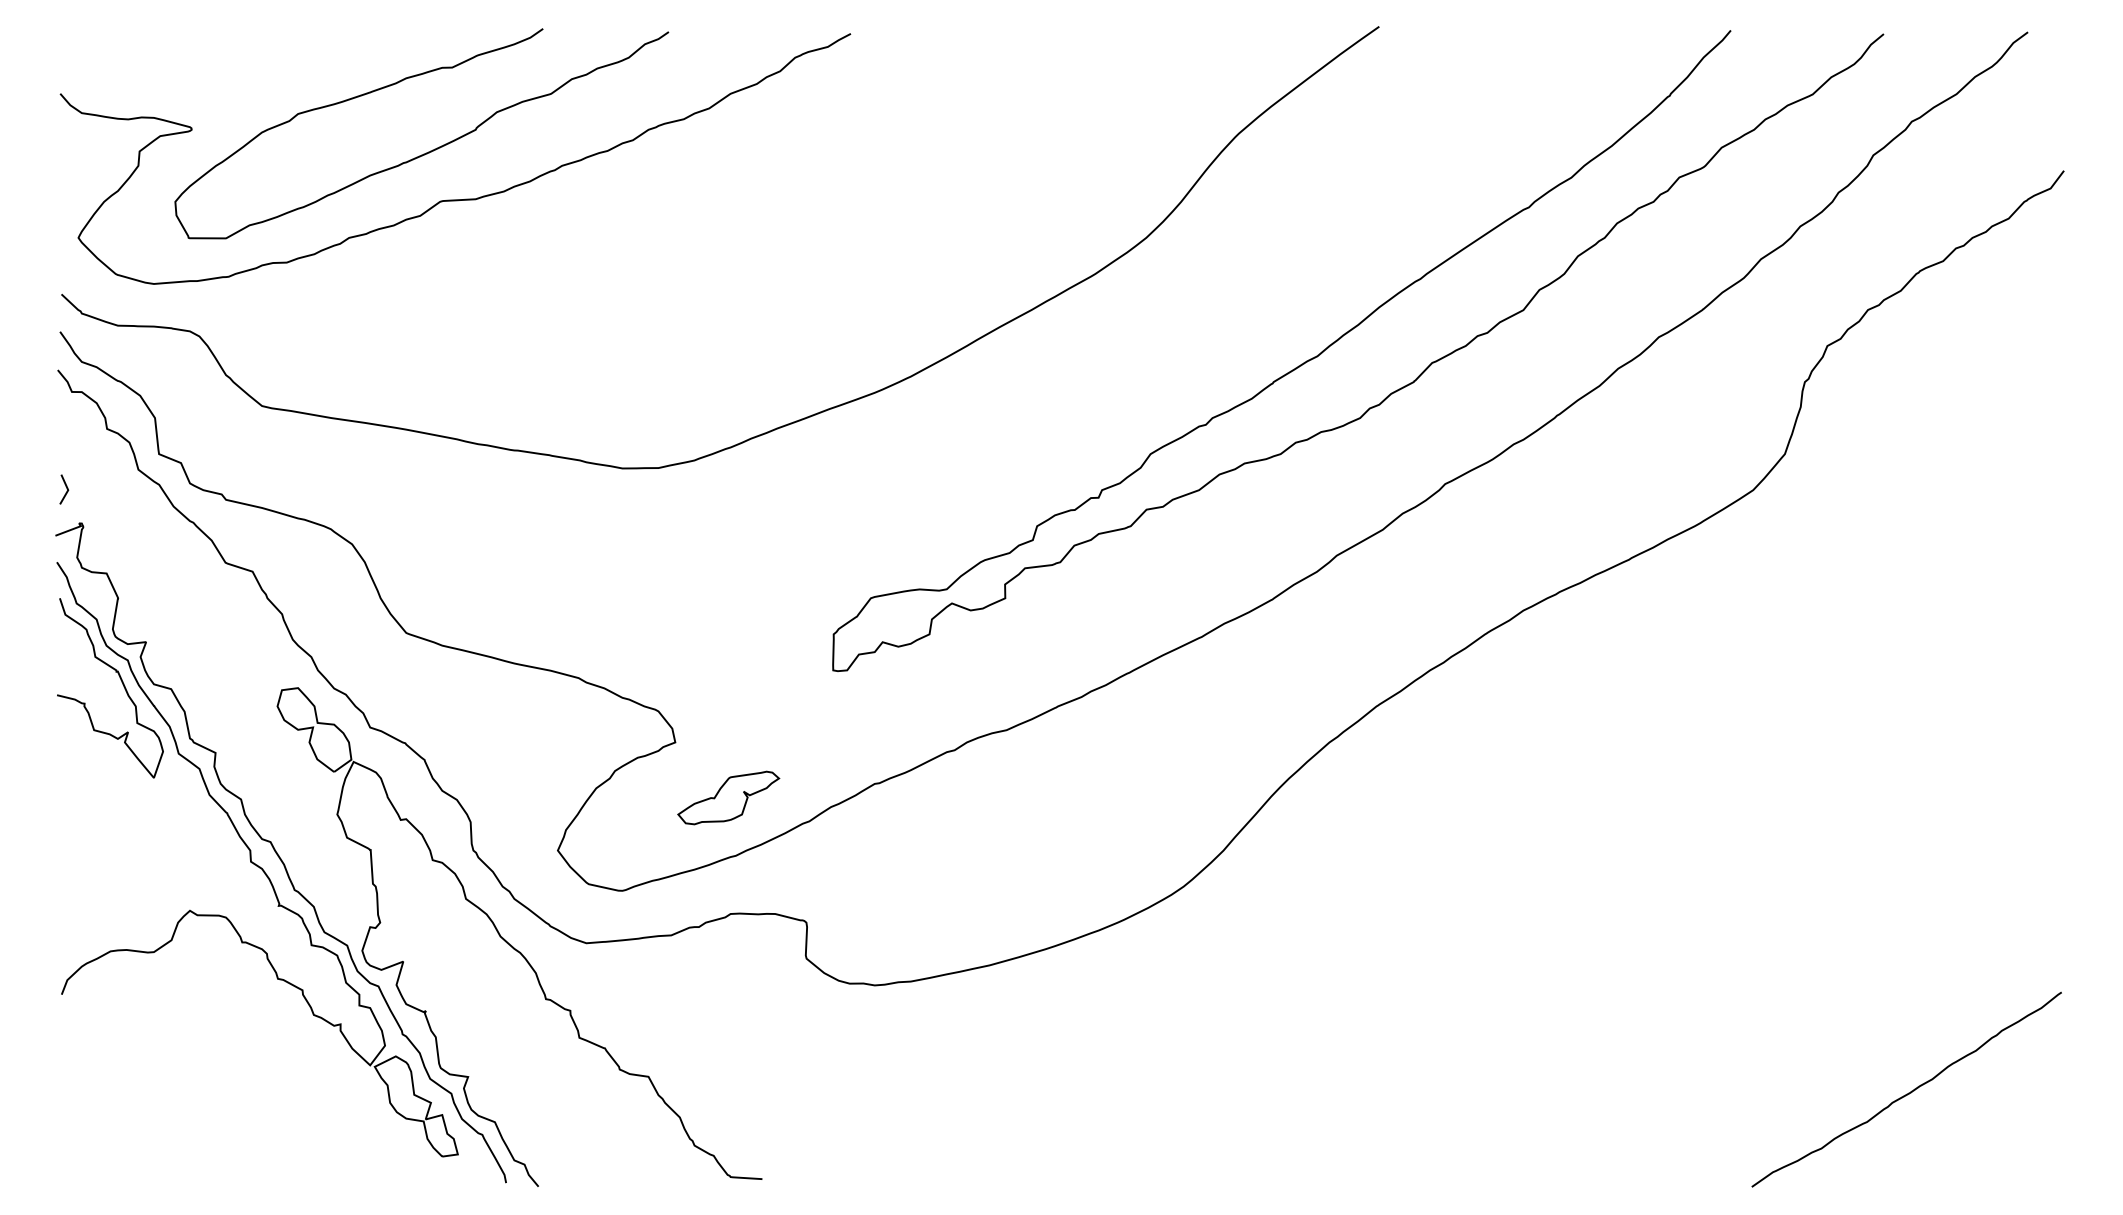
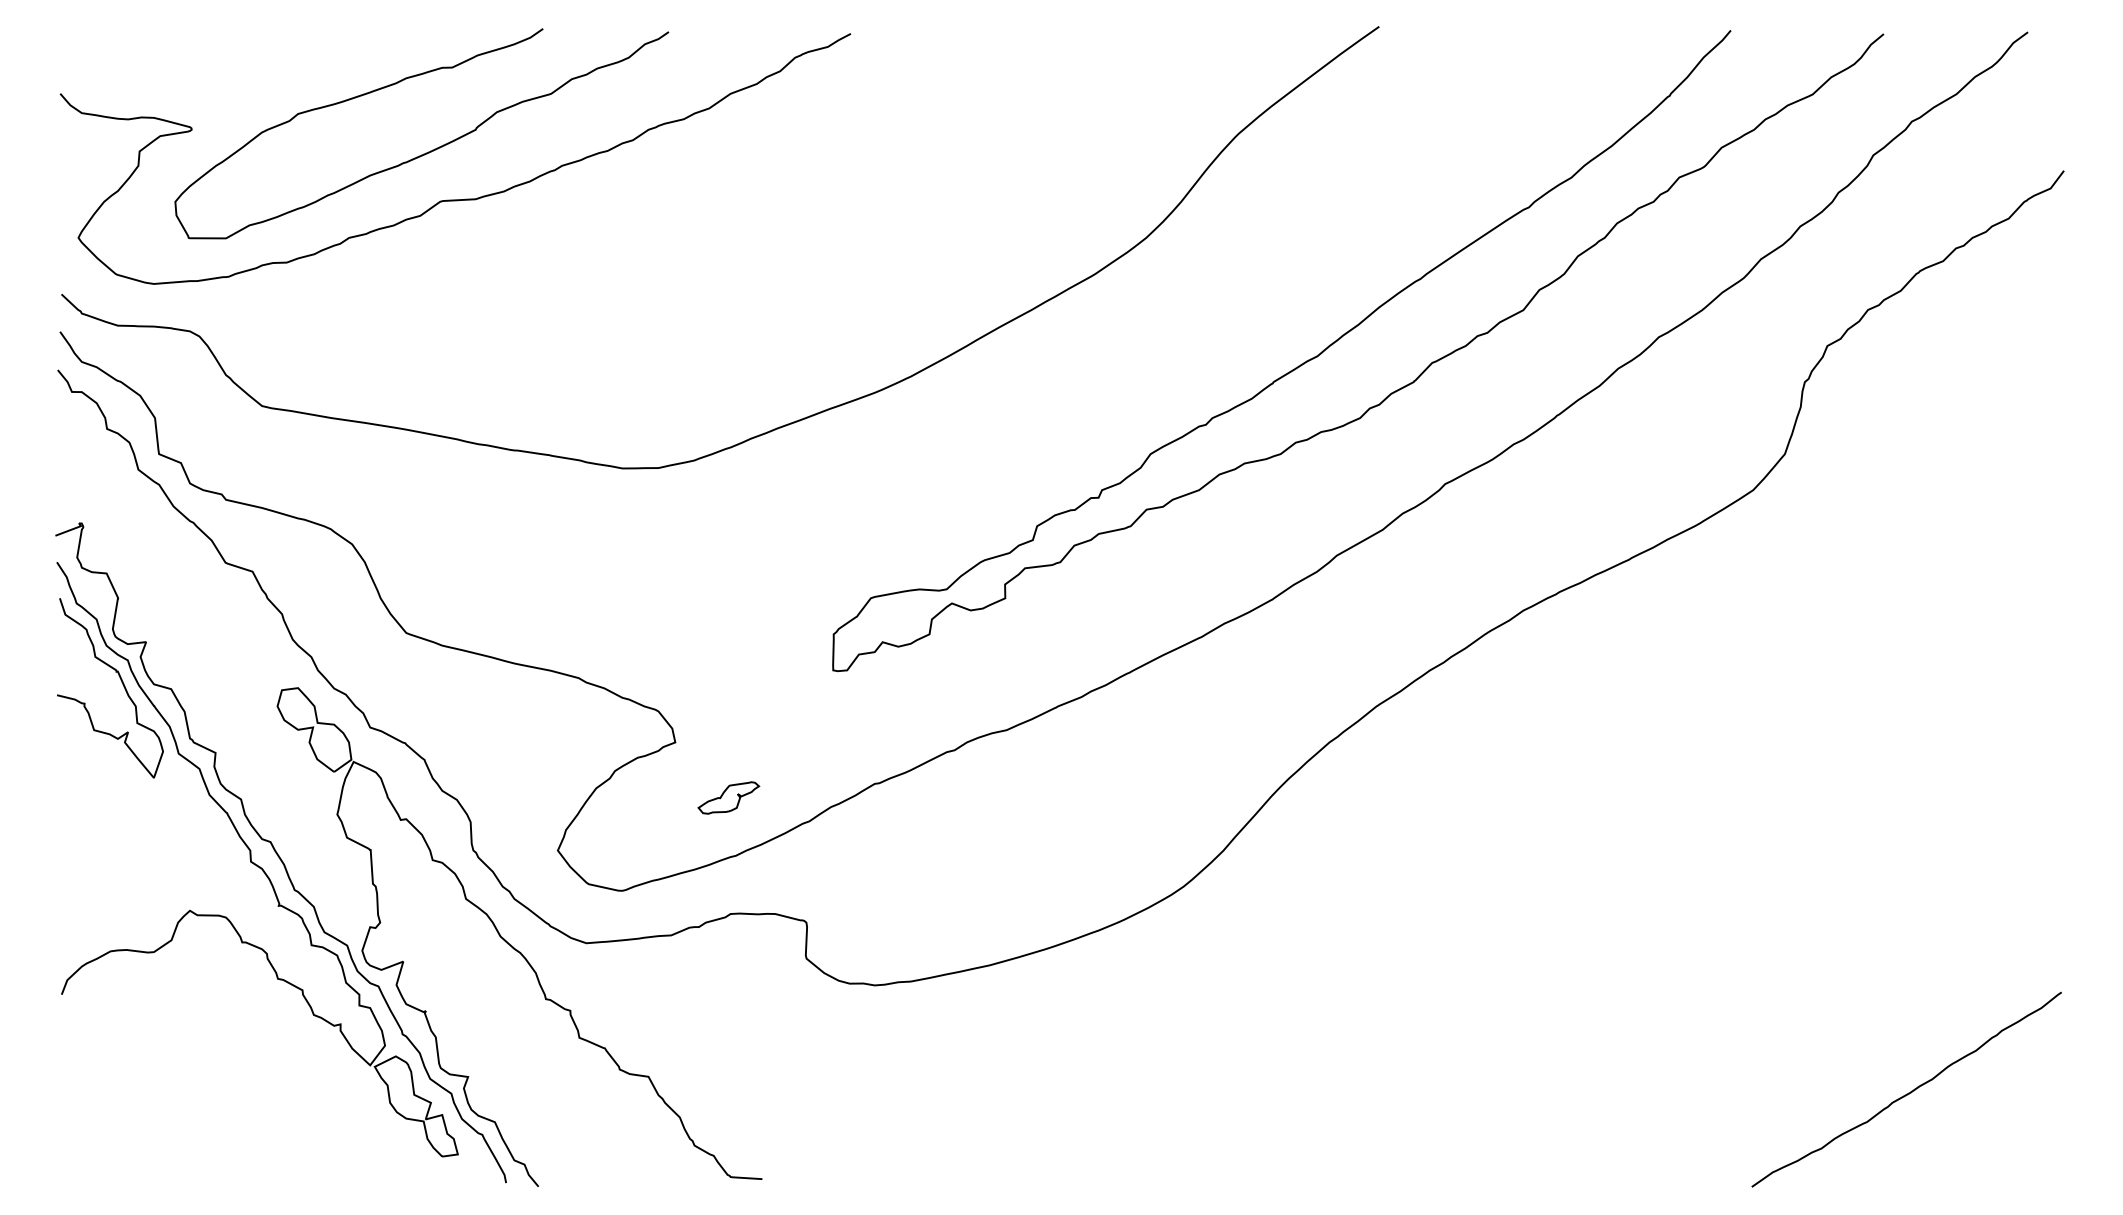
line at (66, 488): present -> none
part at (728, 797) size: 104x56 px -> 64x34 px
